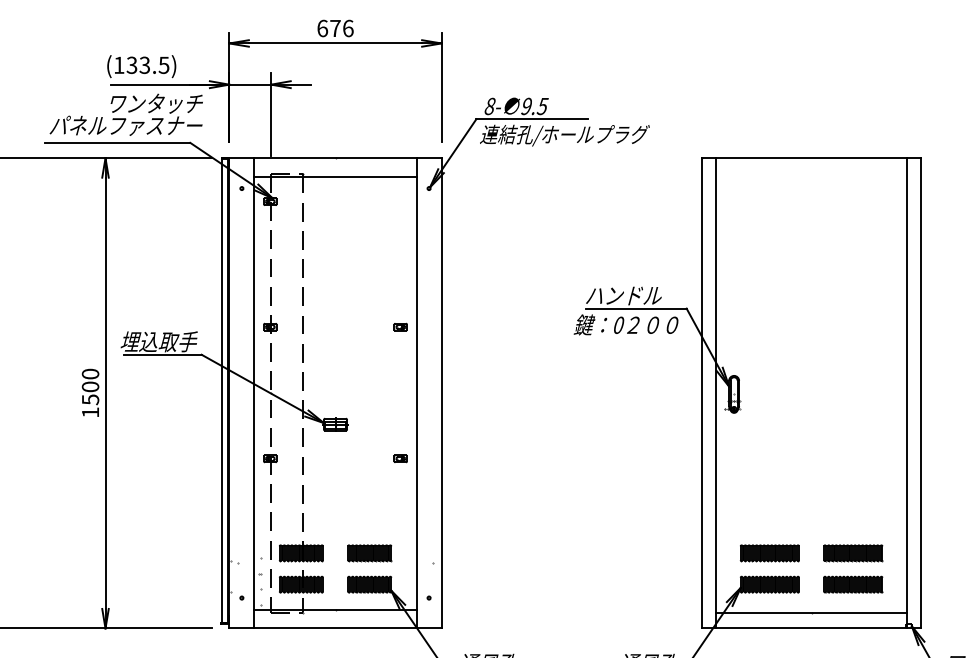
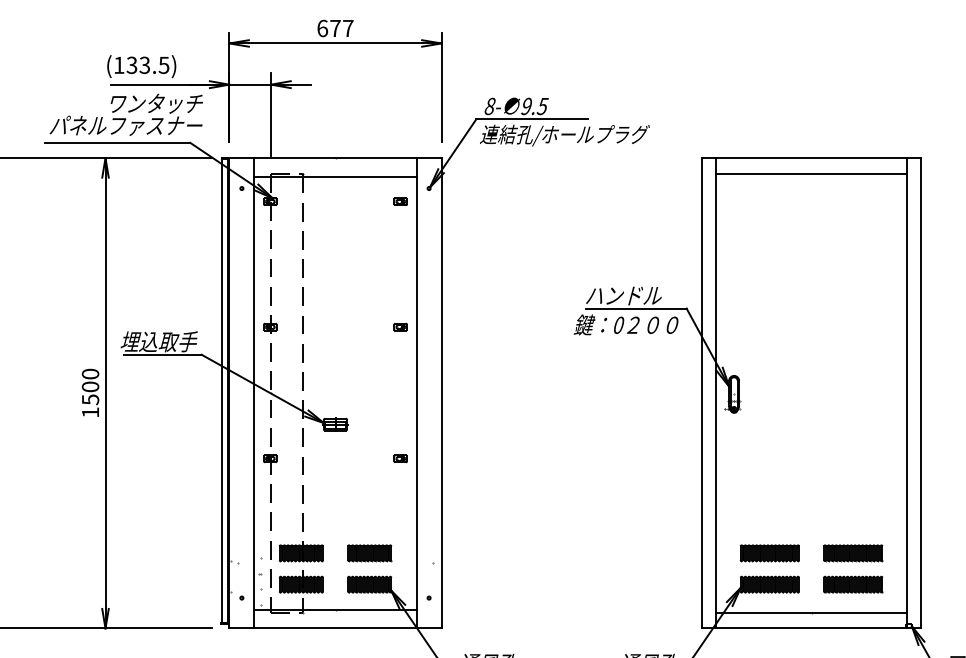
text at (348, 28): 676 -> 677
line at (811, 173): none -> present
part at (400, 201): none -> present
